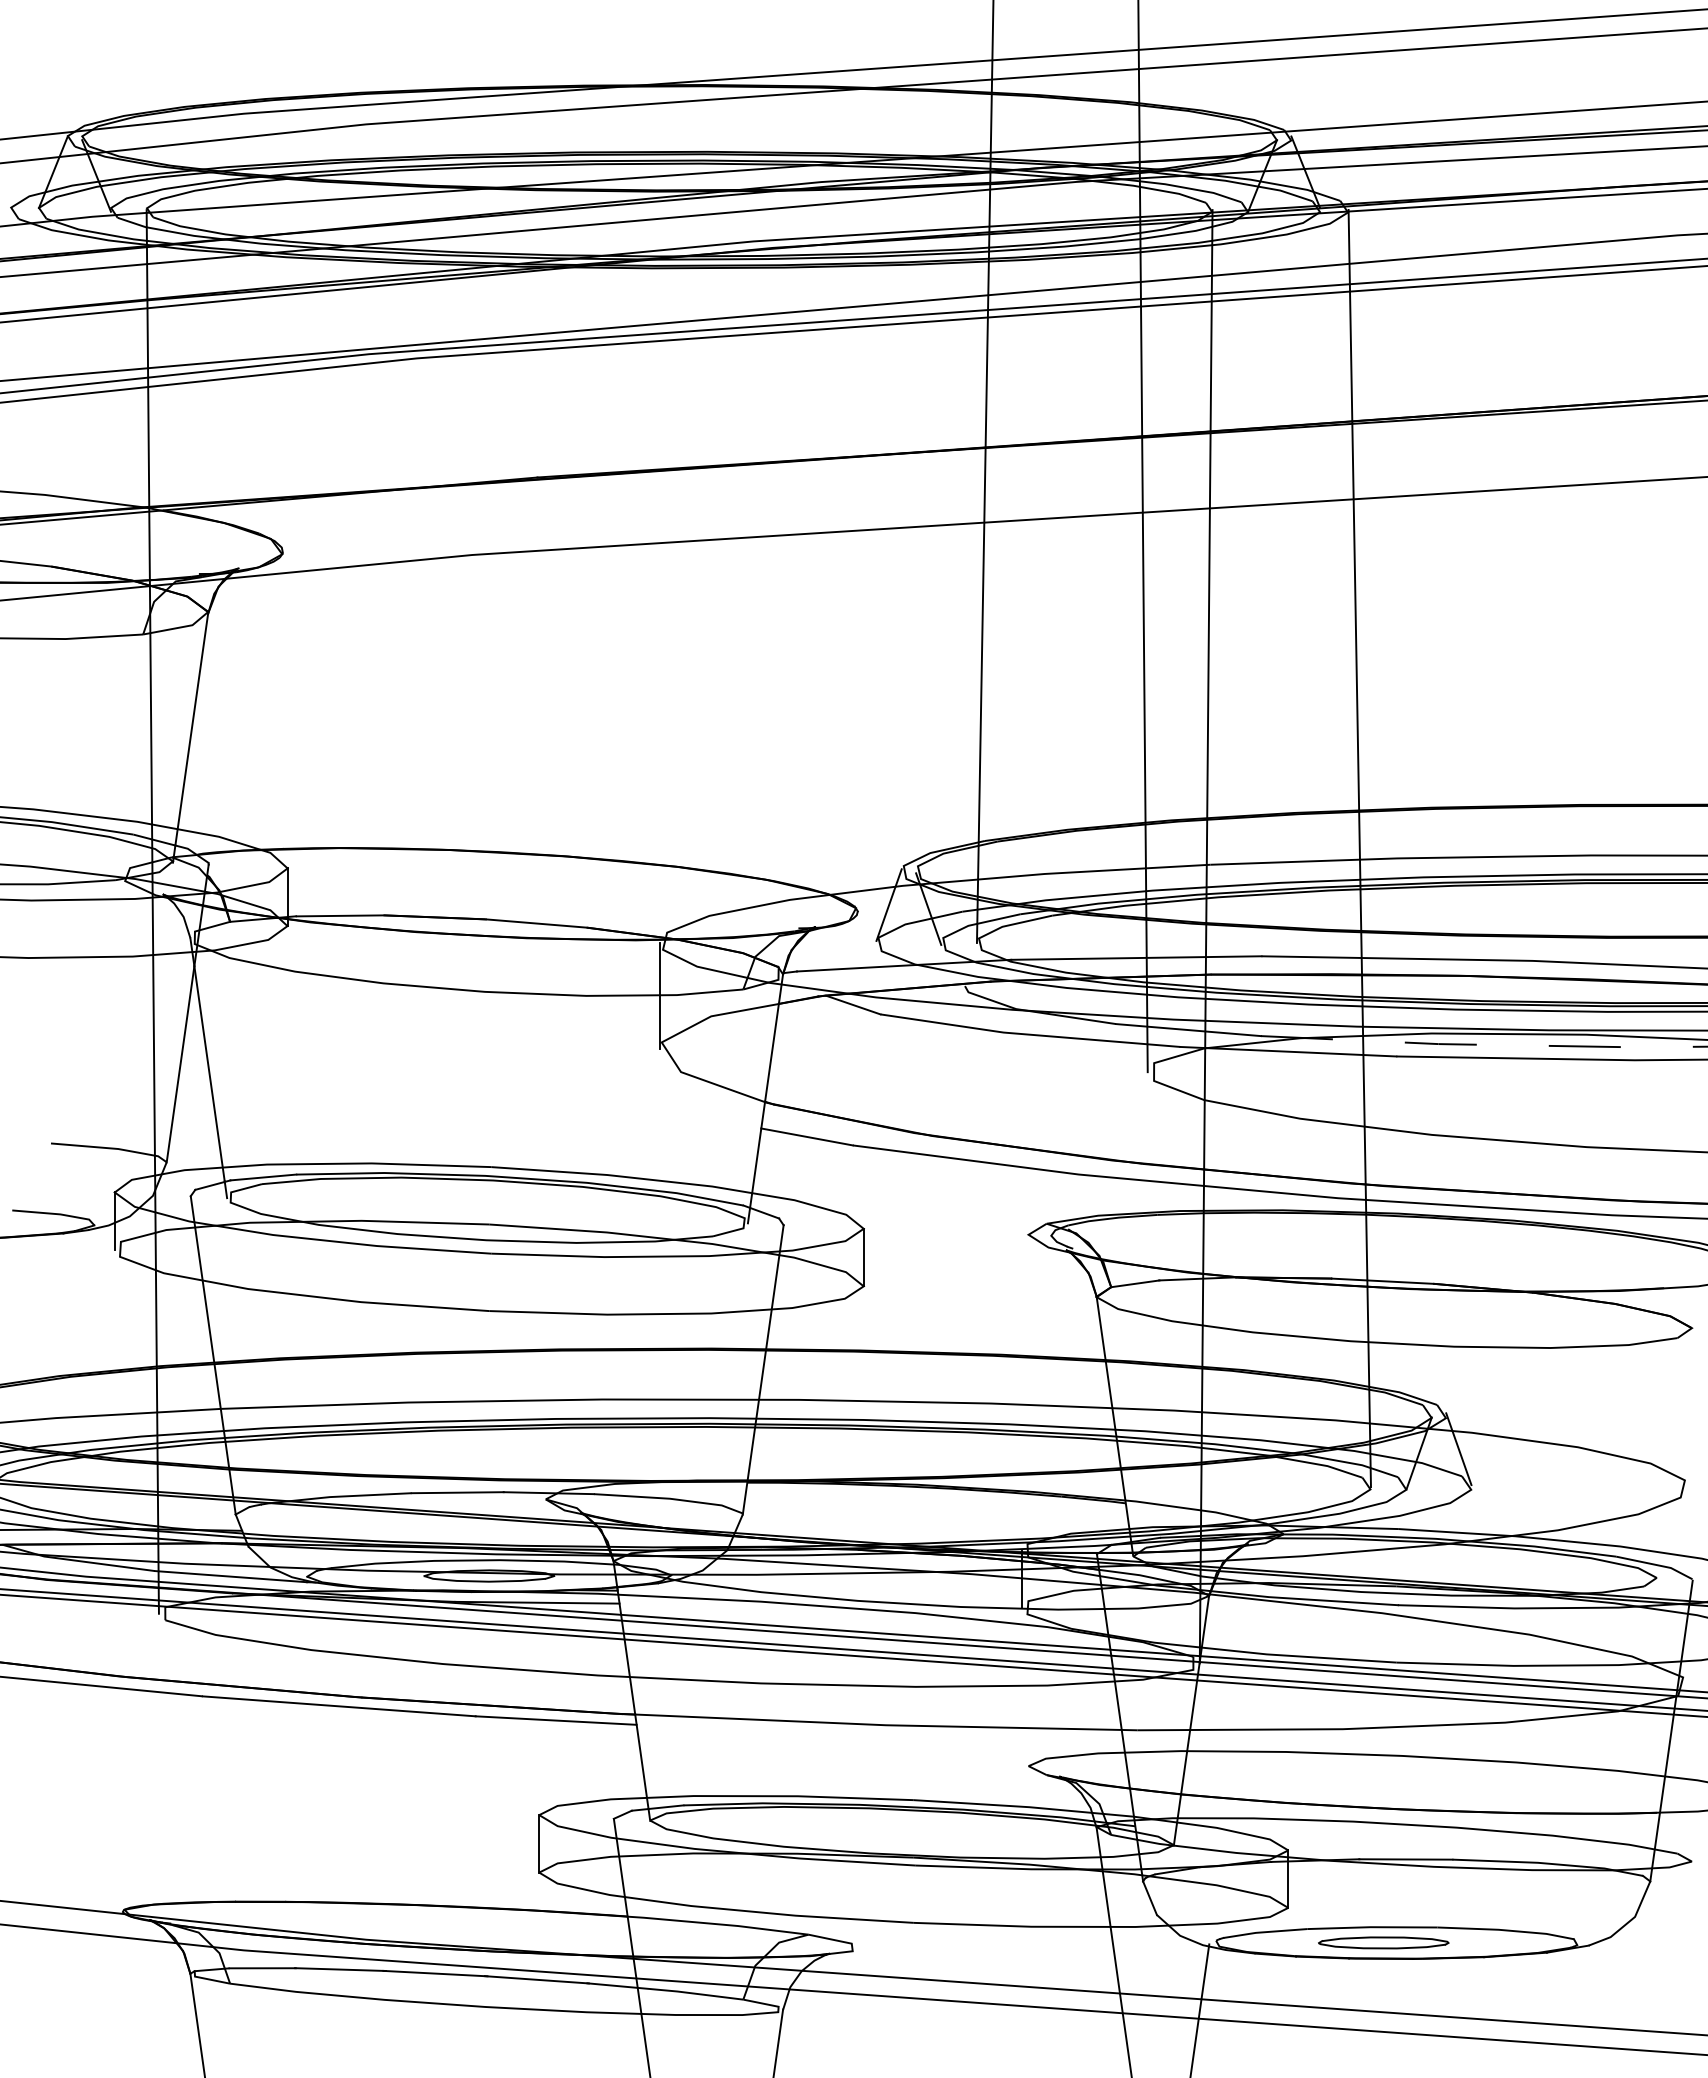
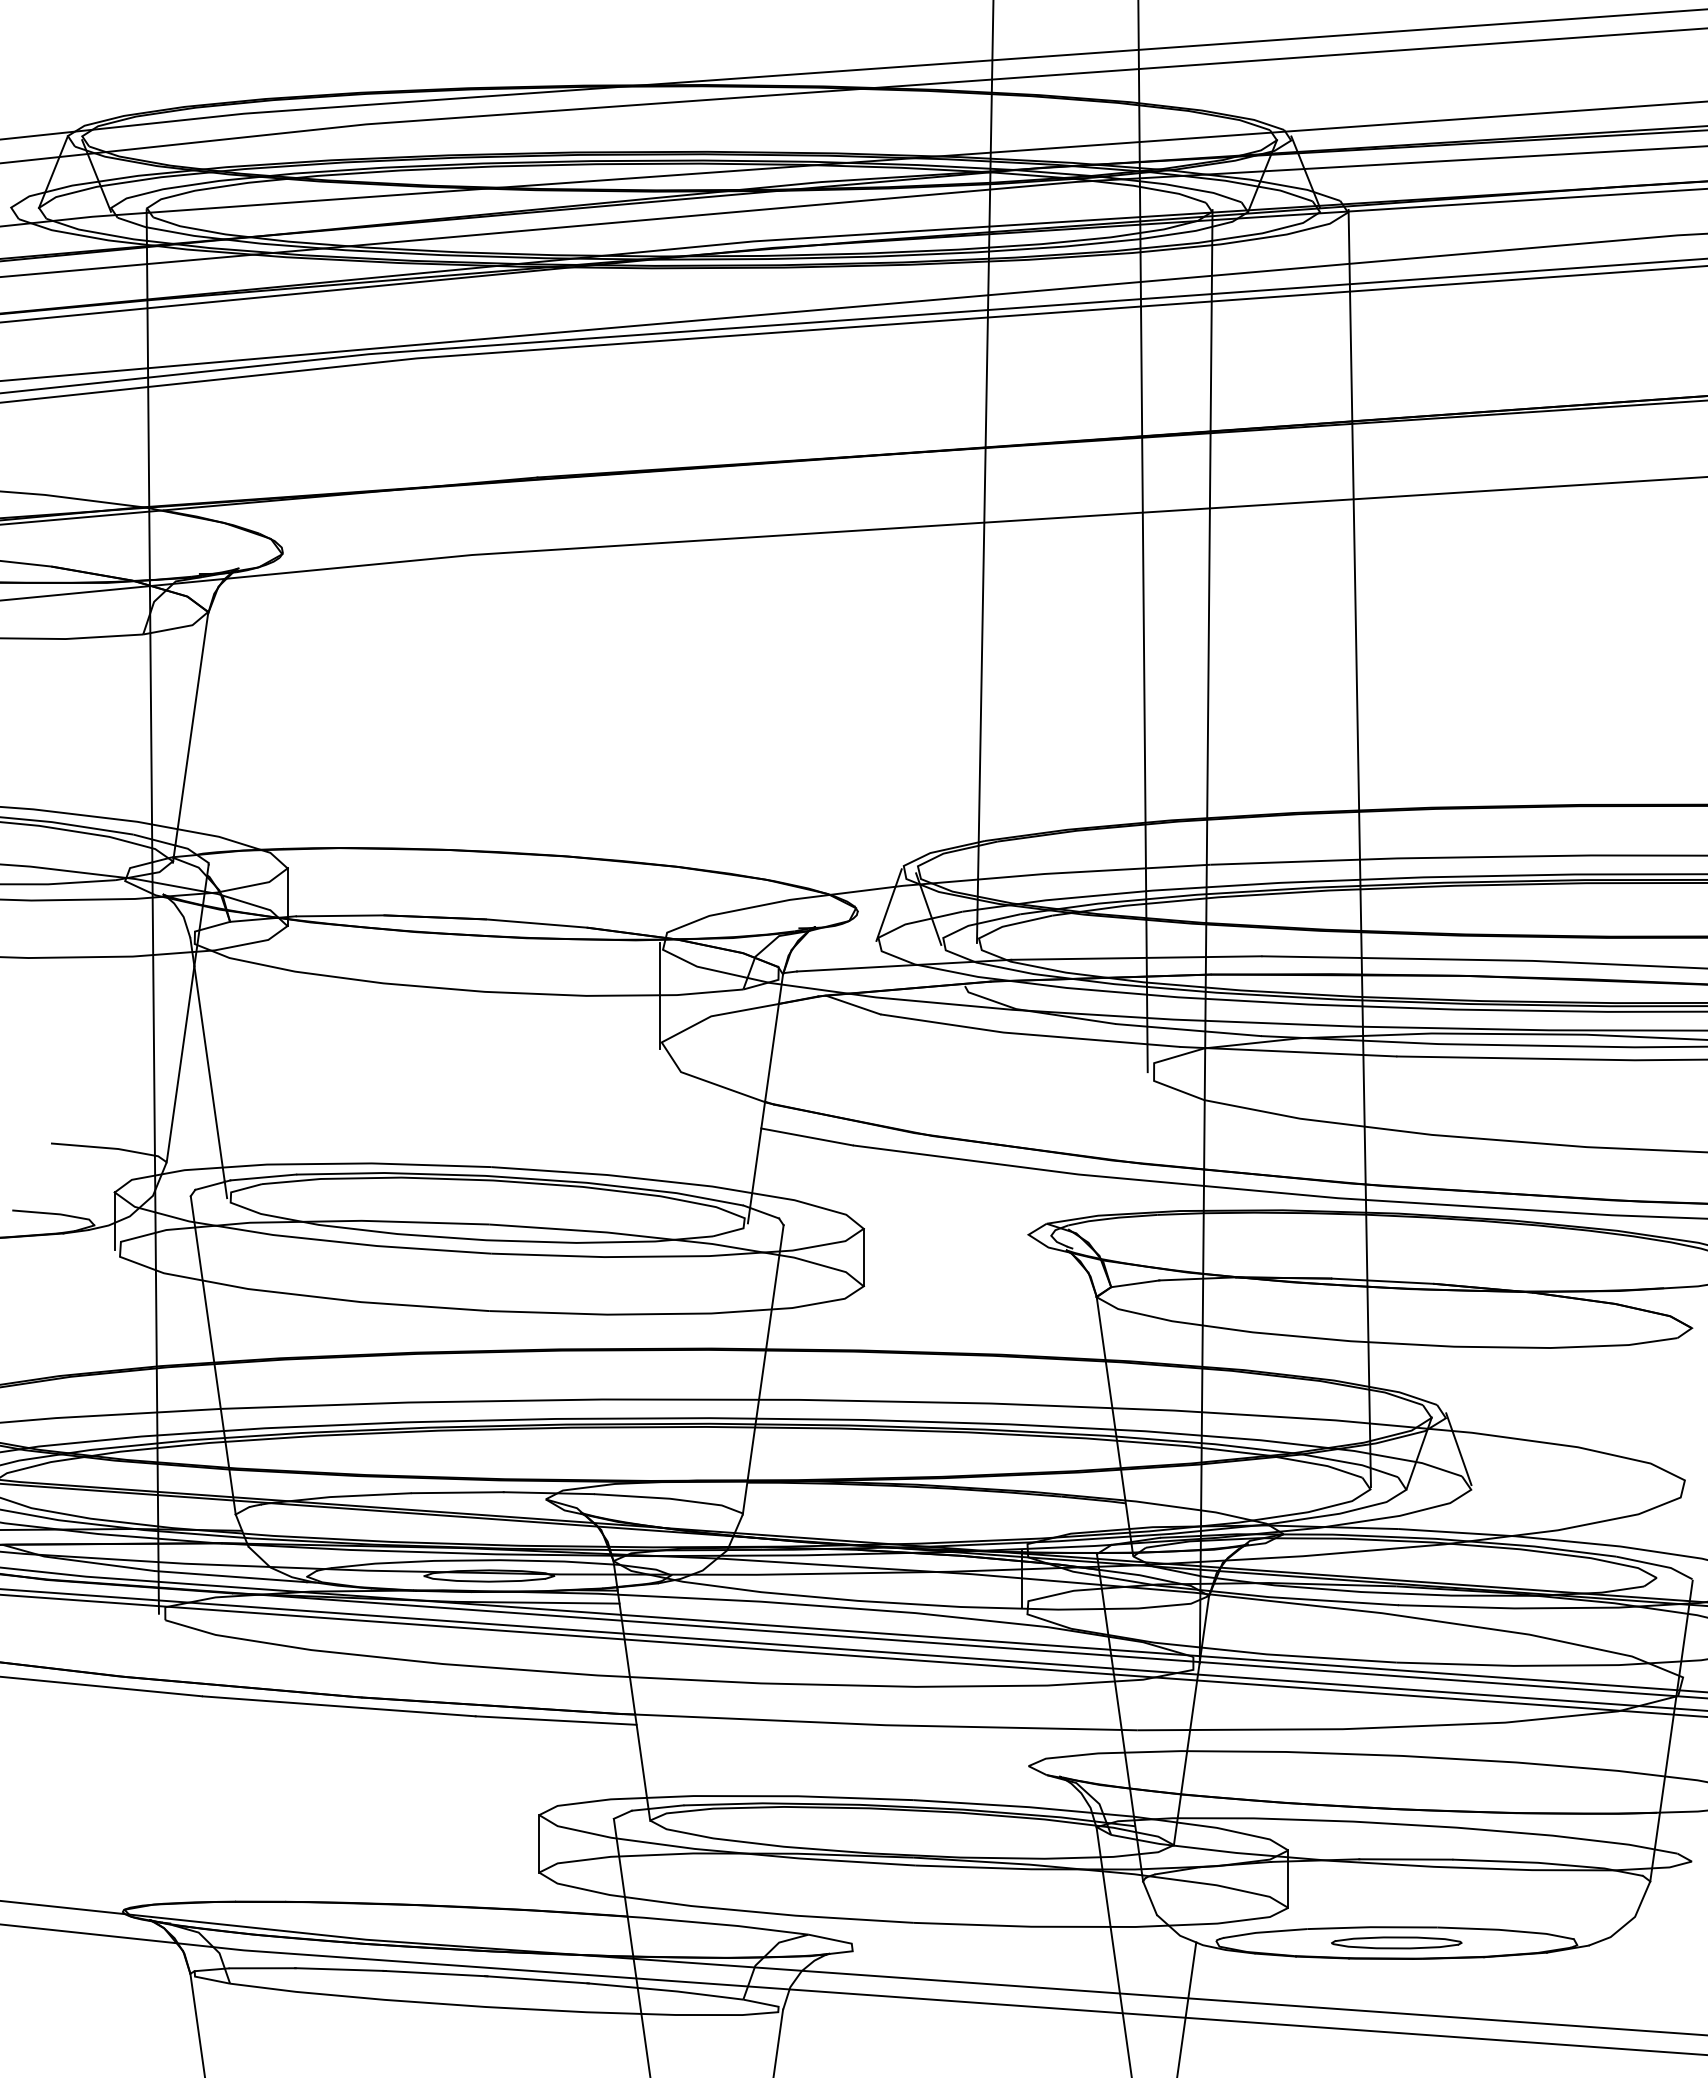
line at (1484, 1044): dashed -> solid
part at (1383, 1942) position: (1383, 1942) -> (1396, 1942)
line at (1199, 2009) position: (1199, 2009) -> (1186, 2008)
